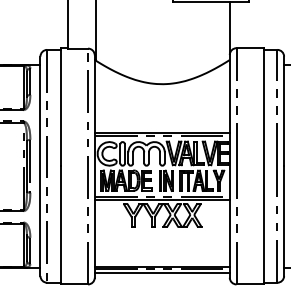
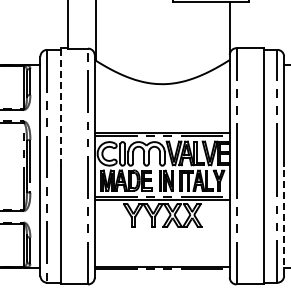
line at (60, 106): solid -> dashed
line at (284, 221): solid -> dashed
line at (161, 272): present -> none
